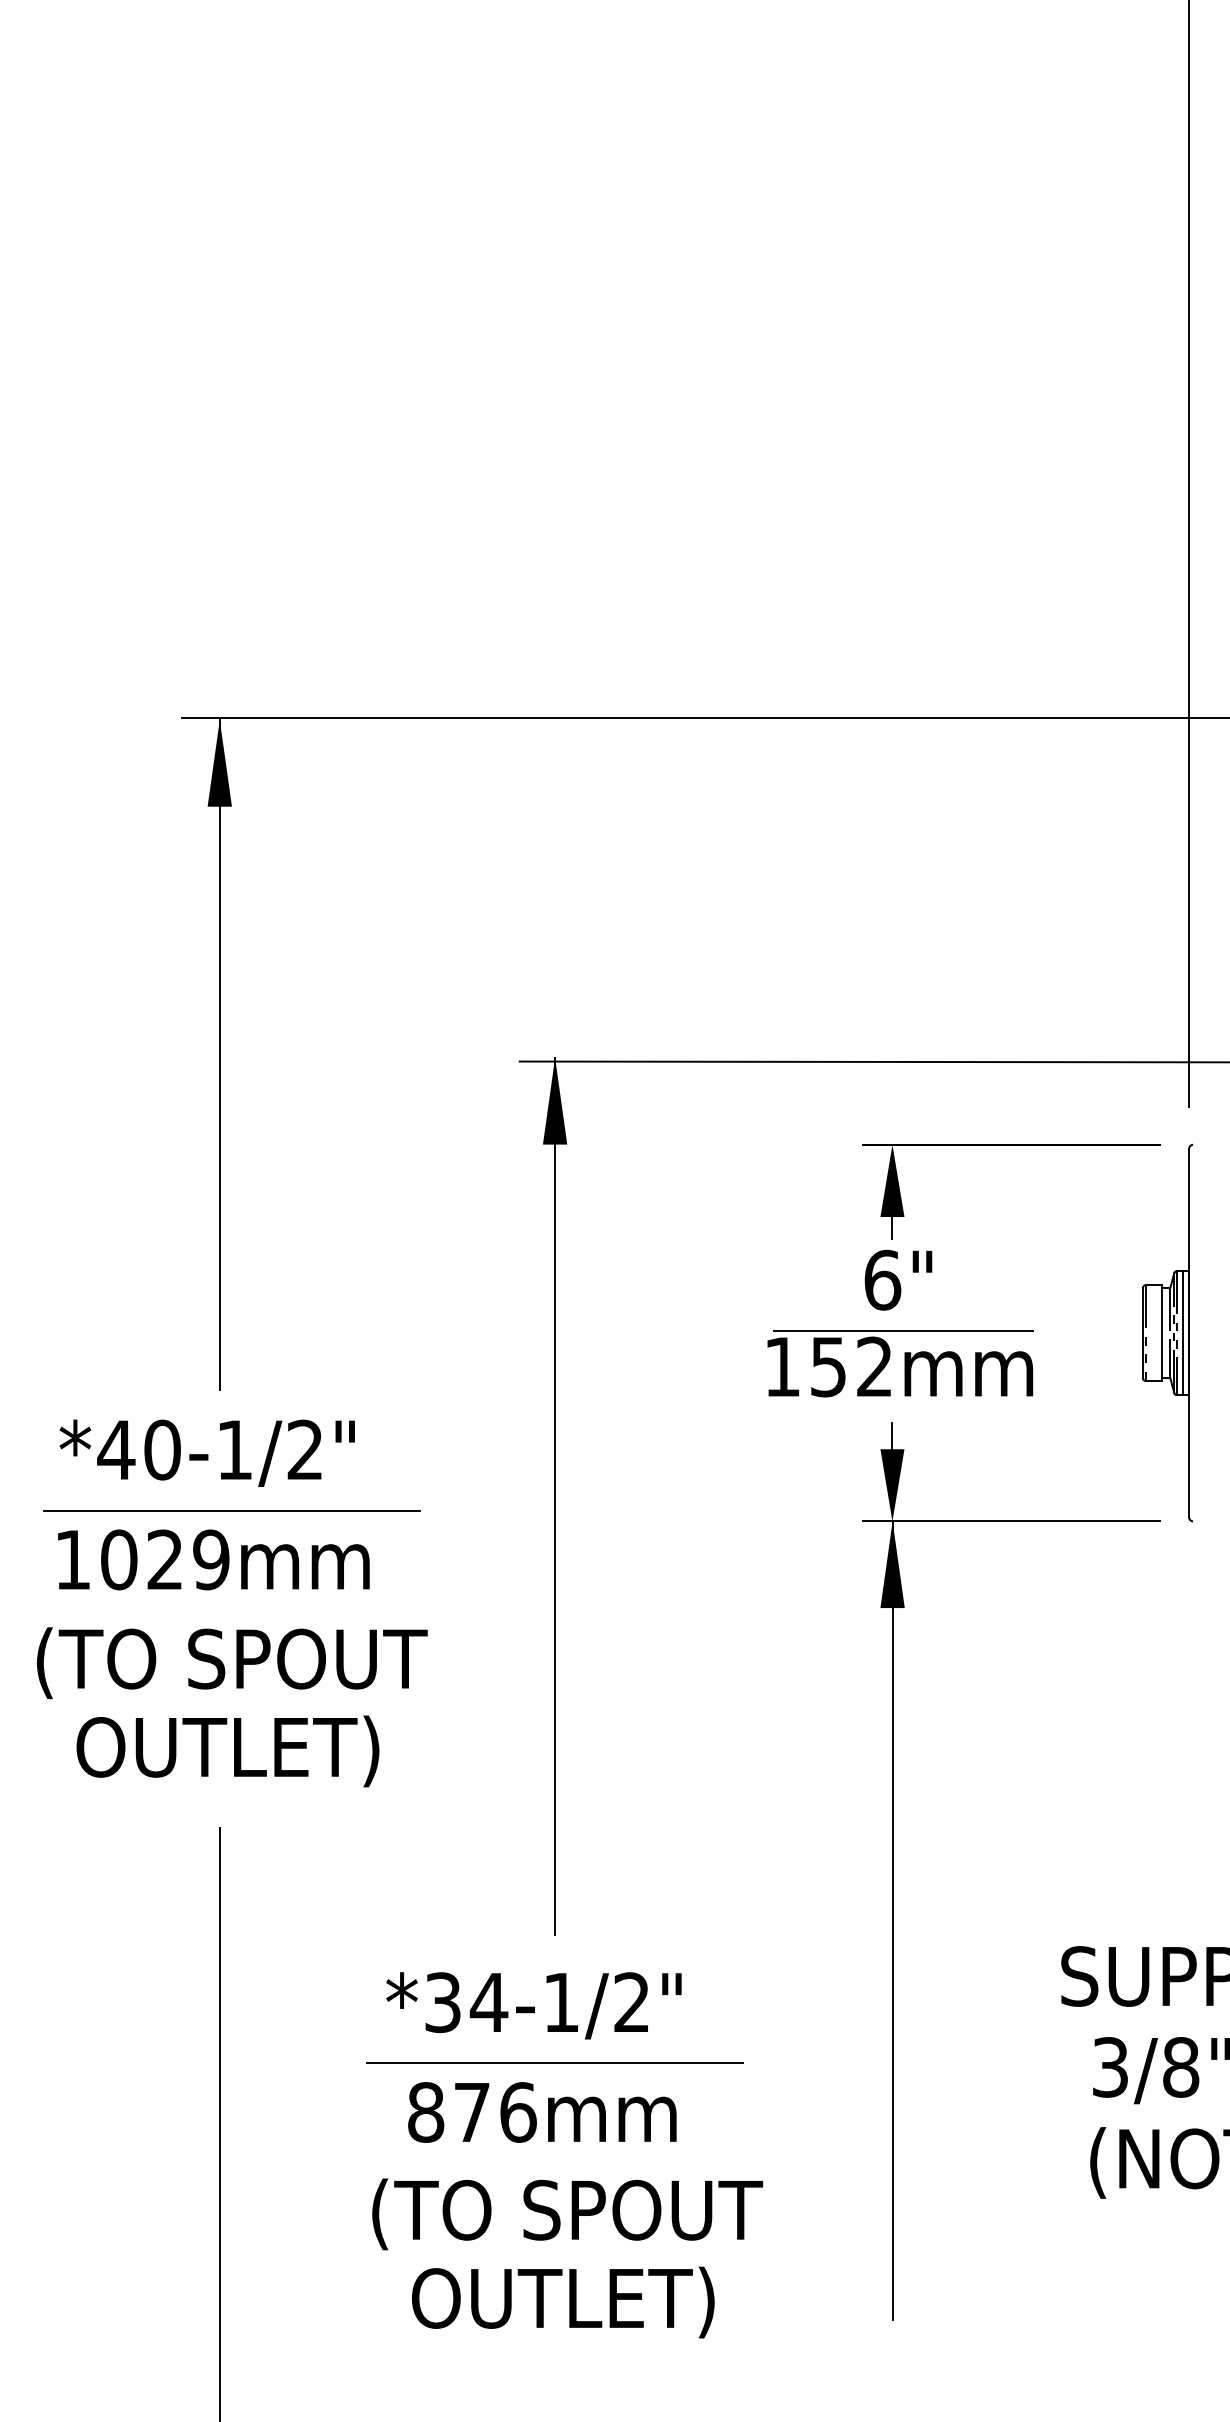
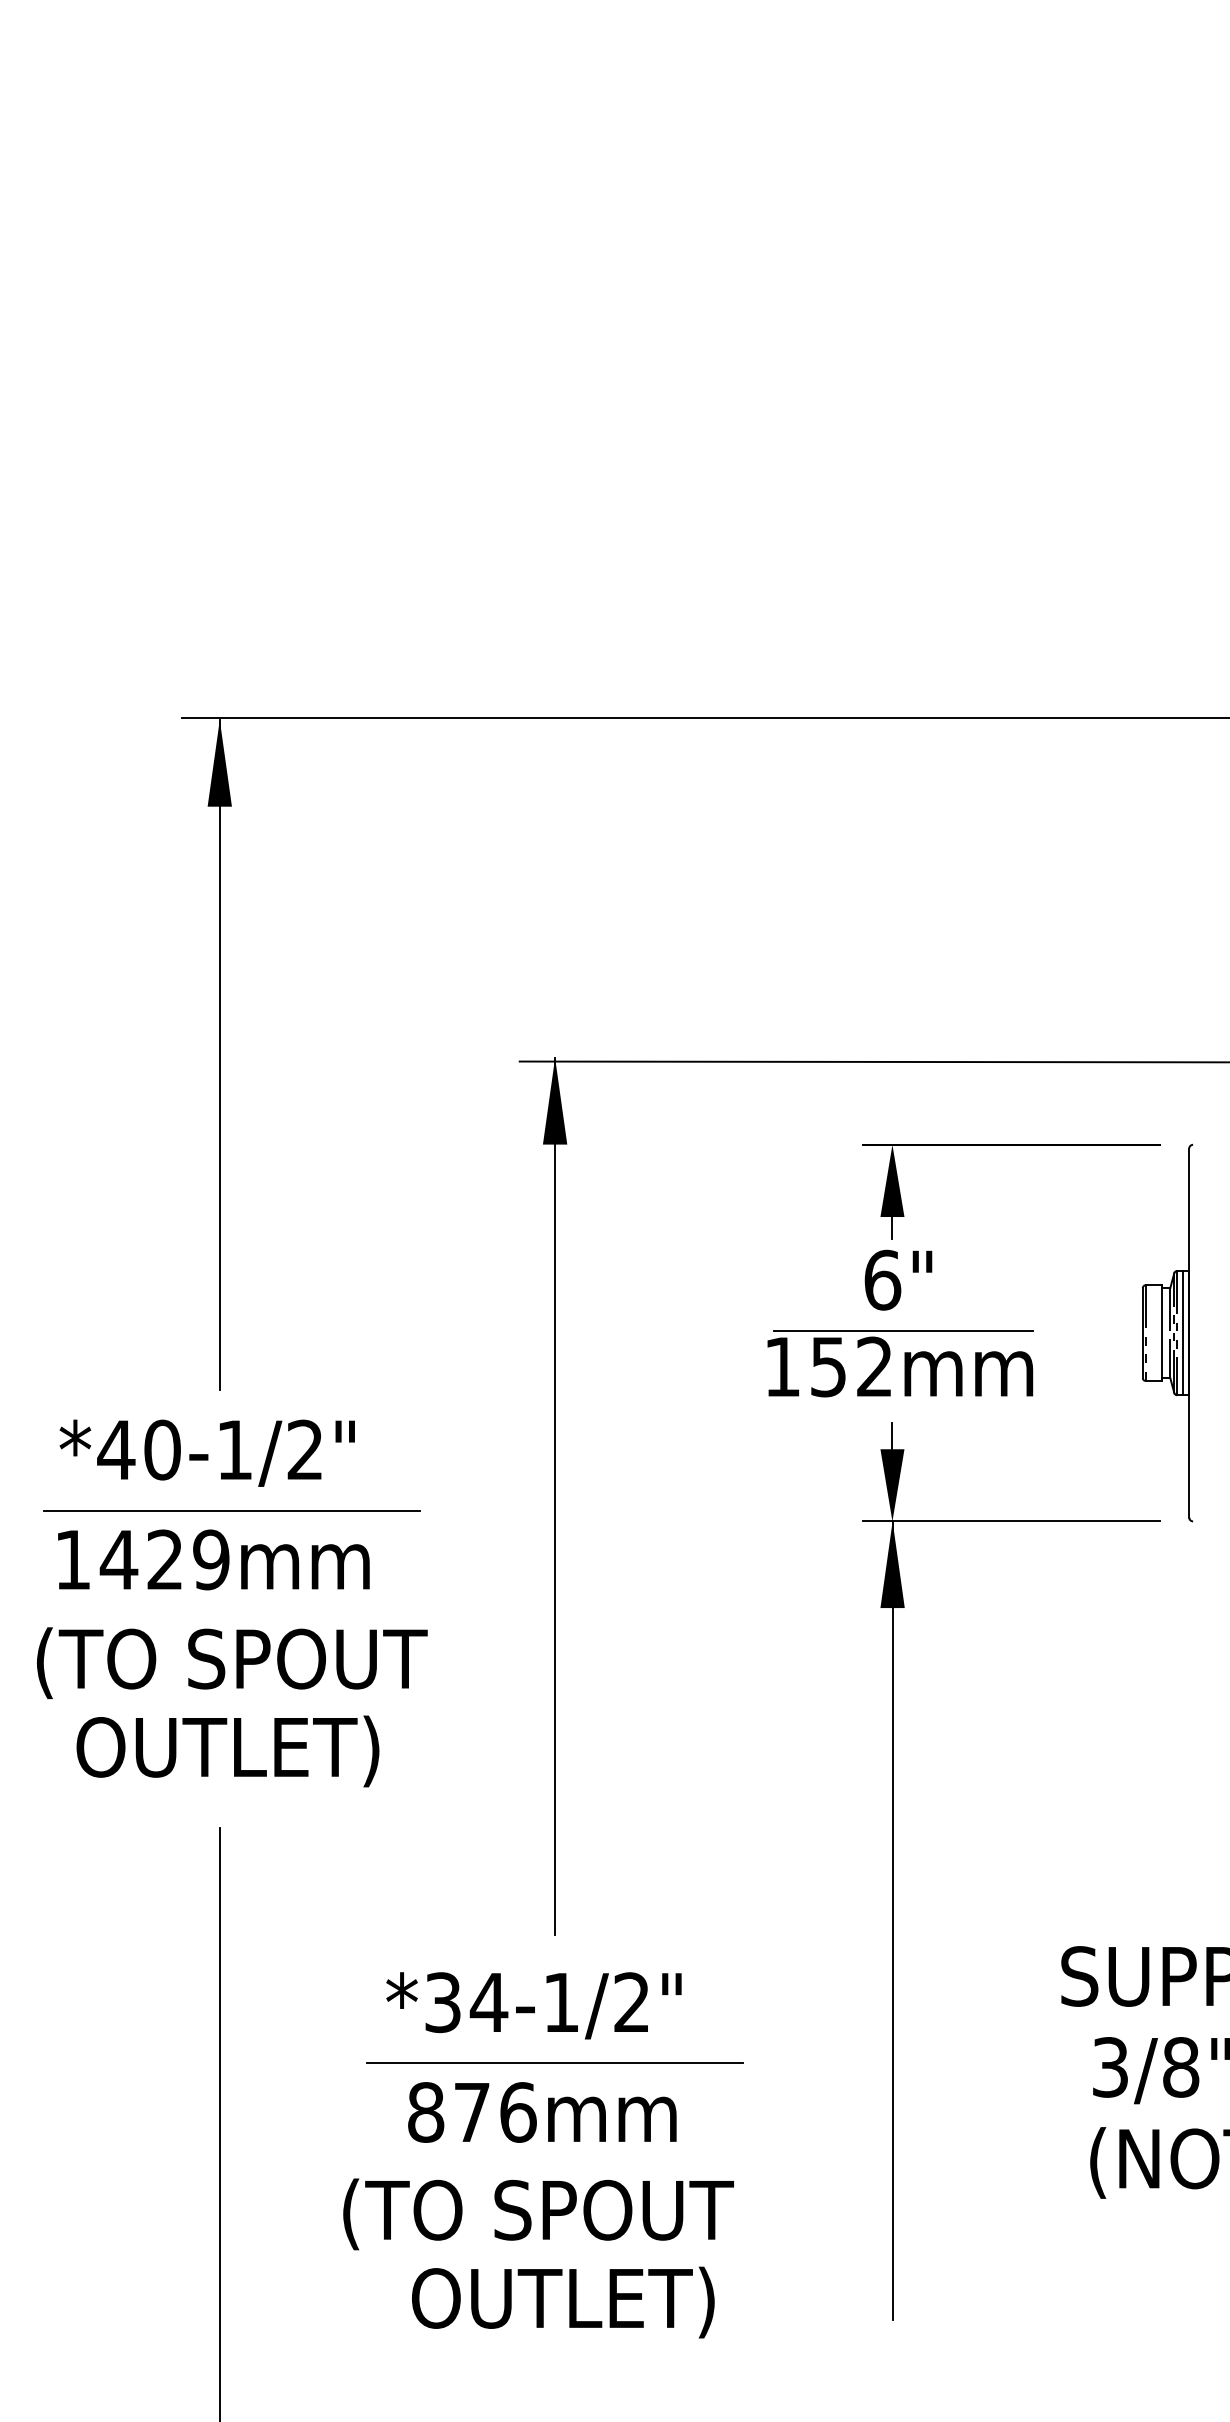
line at (1189, 554): present -> none
text at (118, 1559): 1029mm -> 1429mm
text at (567, 2214) position: (567, 2214) -> (538, 2214)
